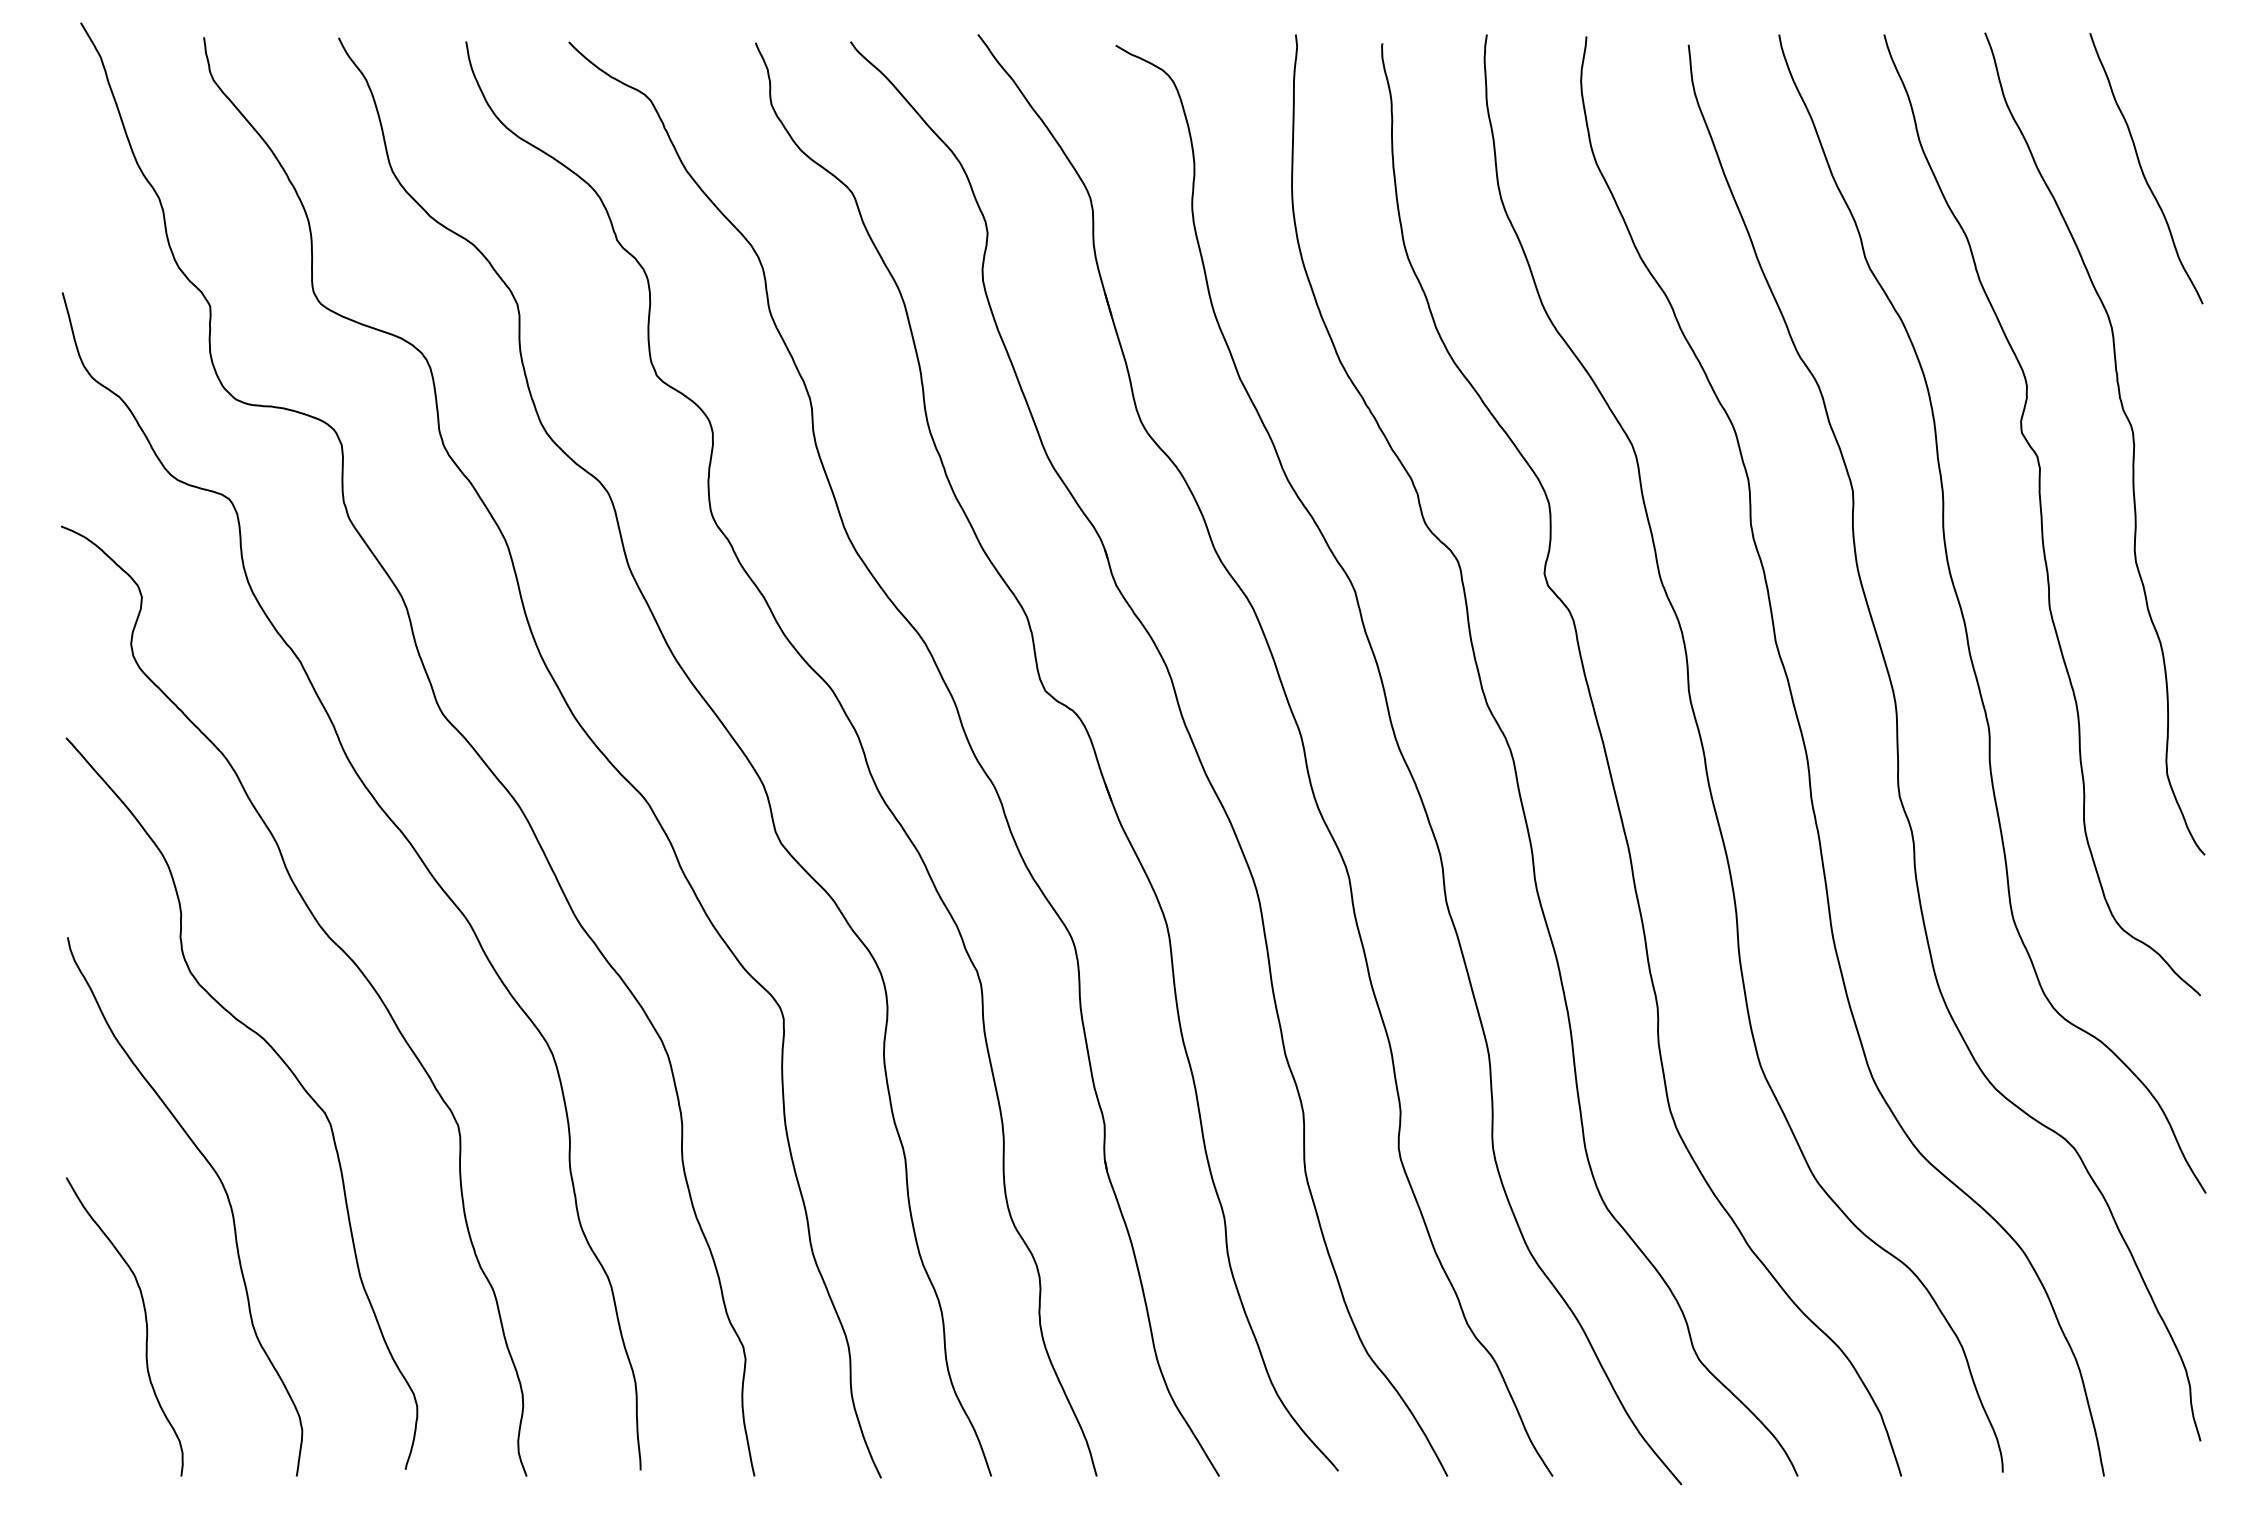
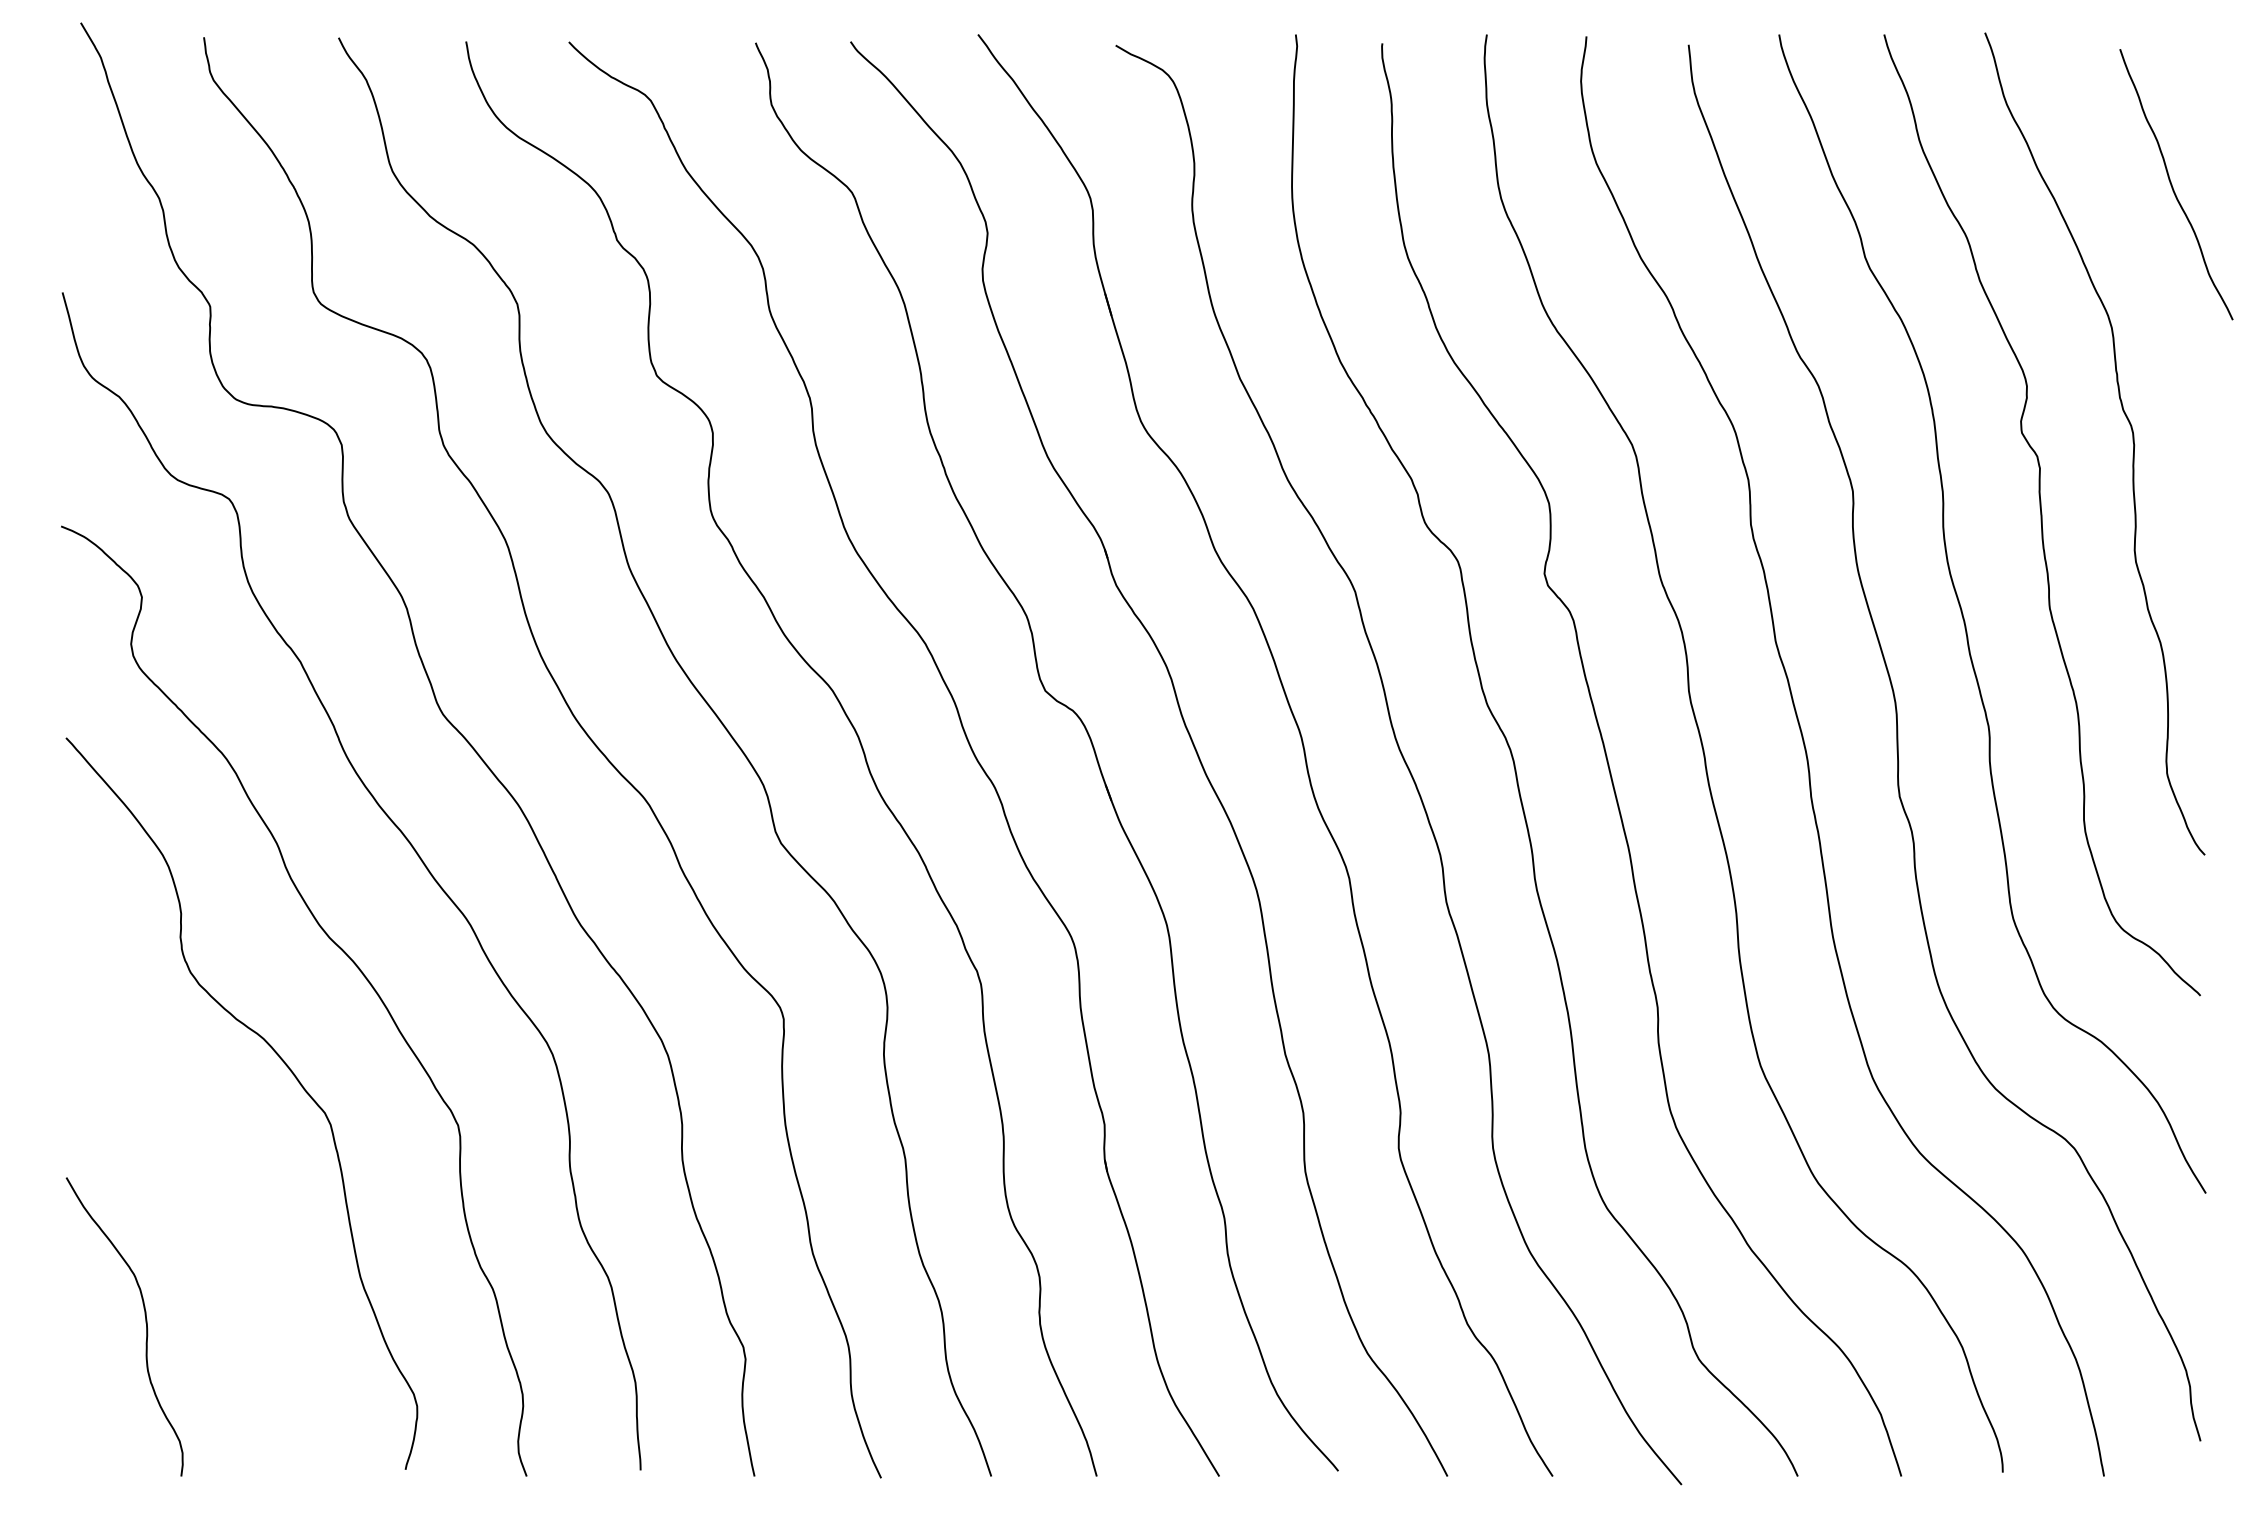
curve at (2142, 168) position: (2142, 168) -> (2172, 184)
curve at (223, 1189): present -> none
